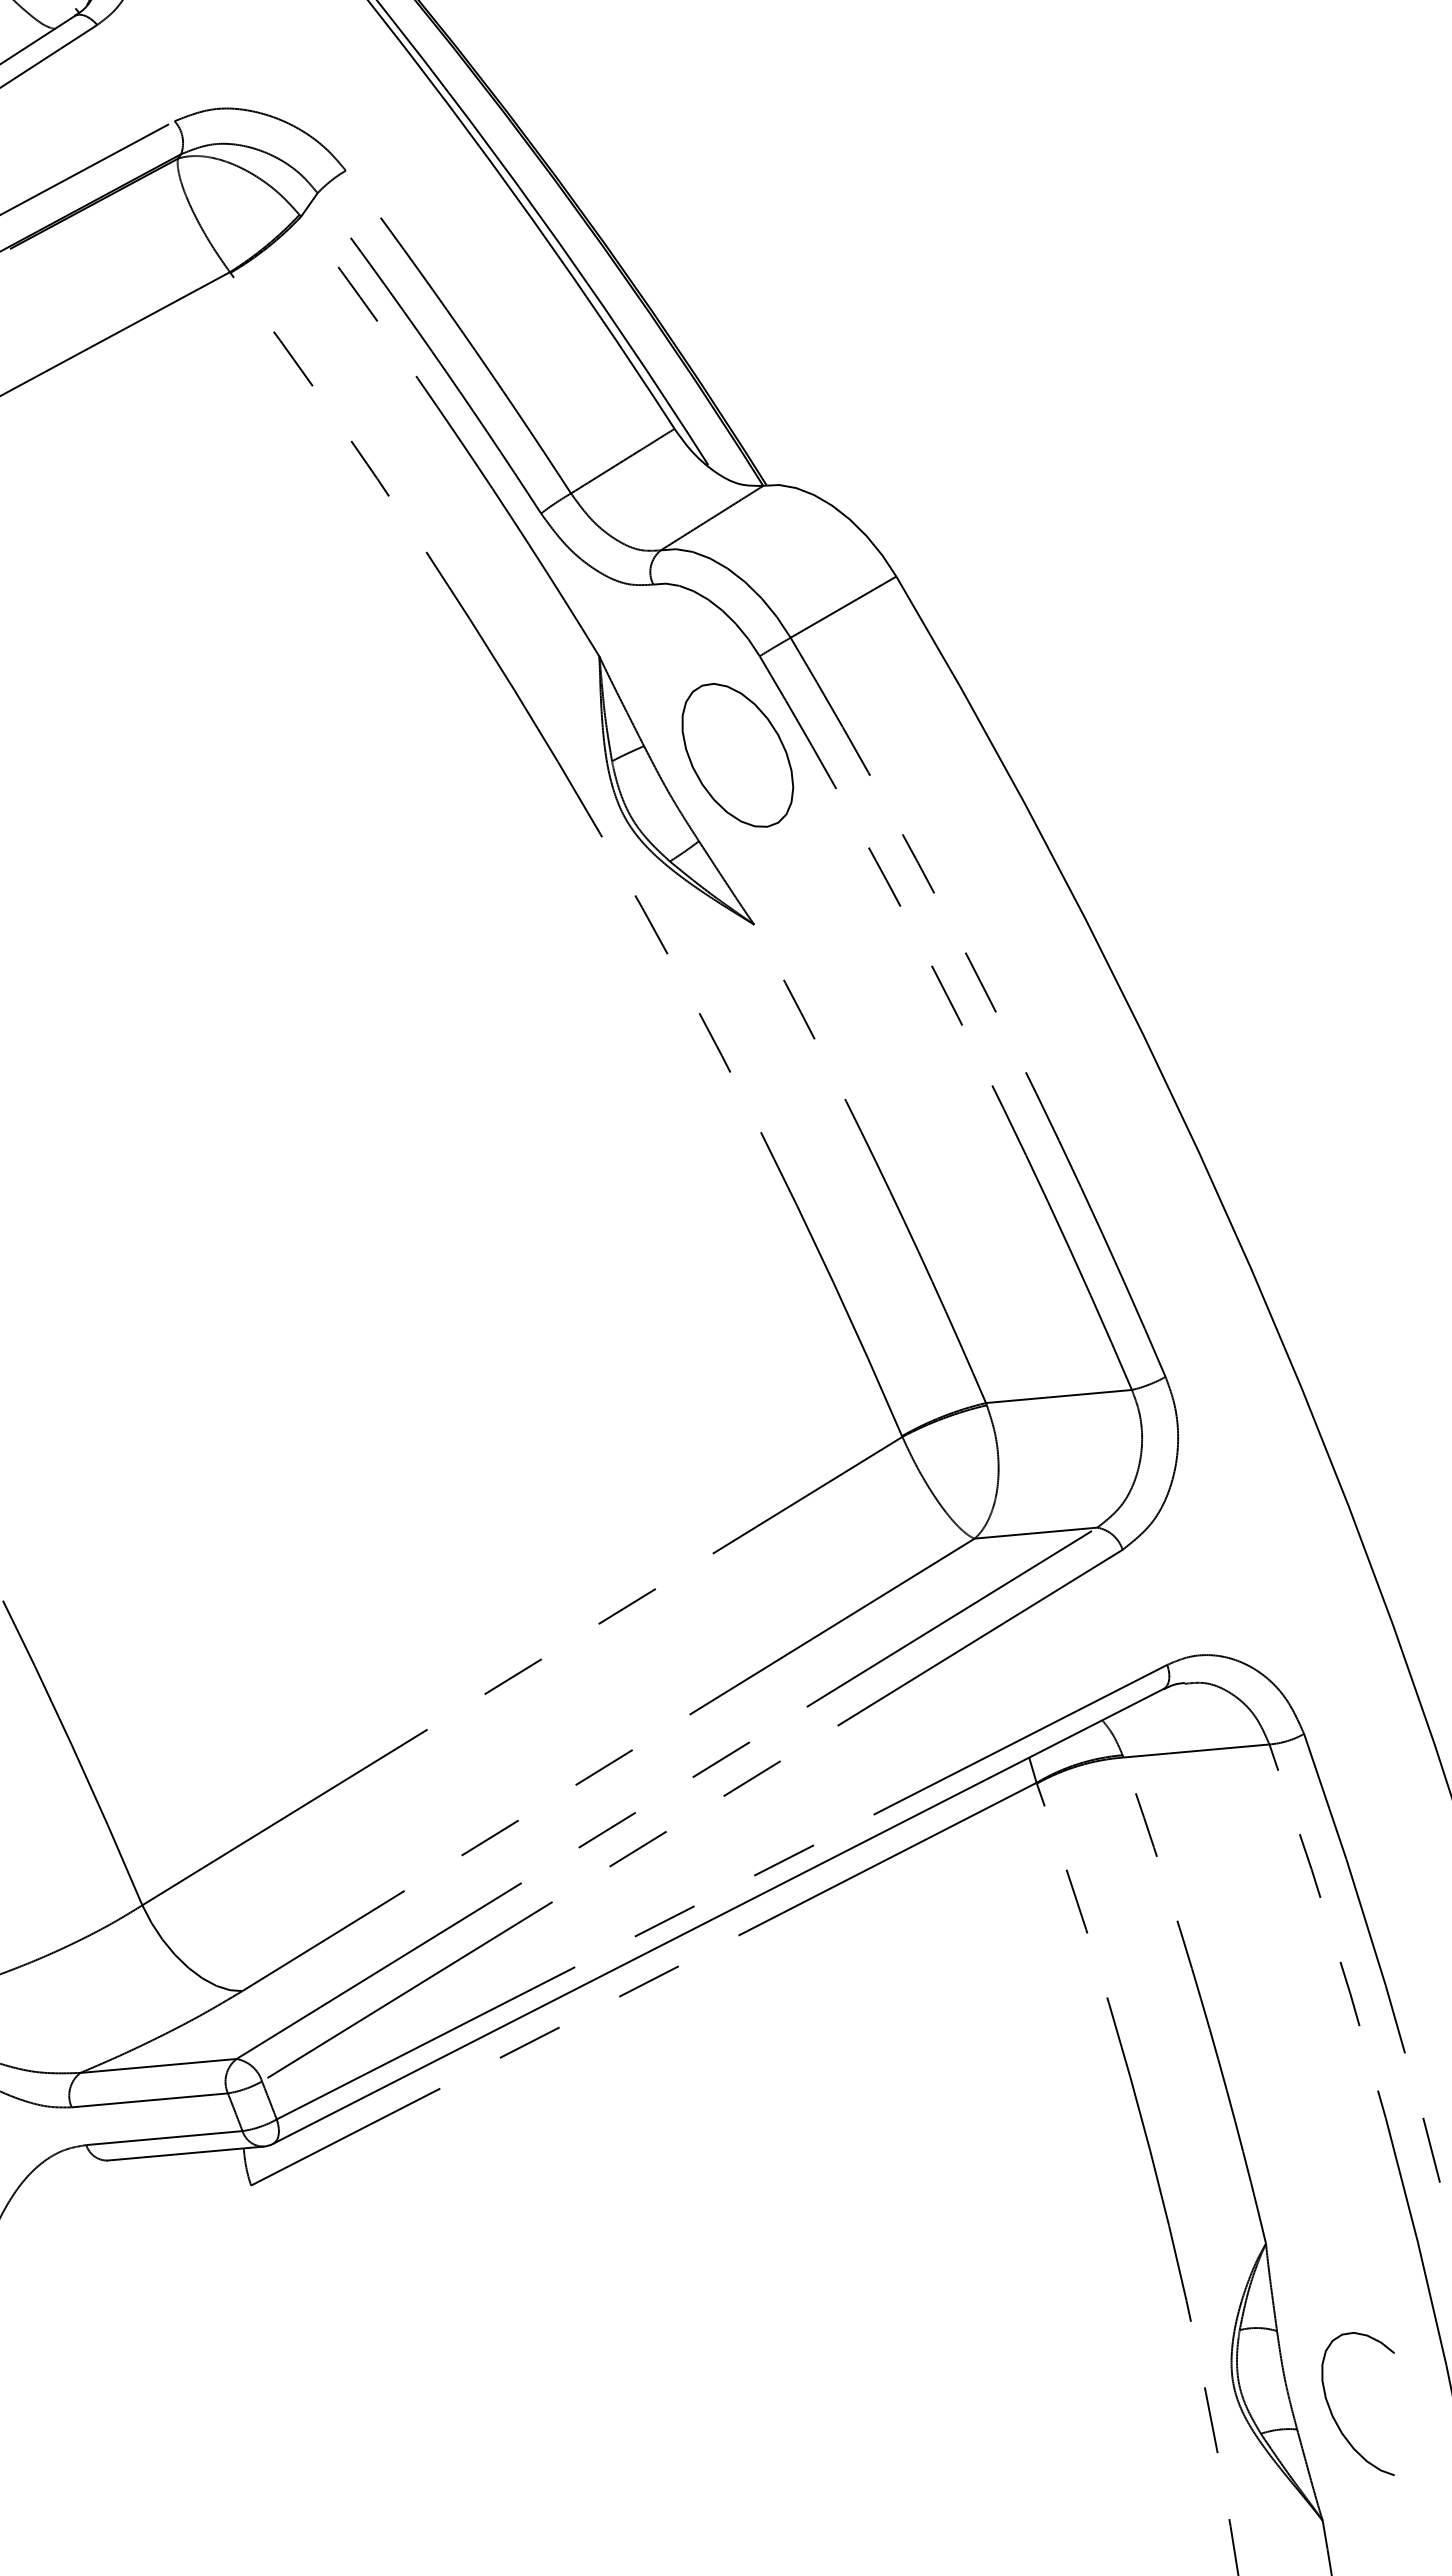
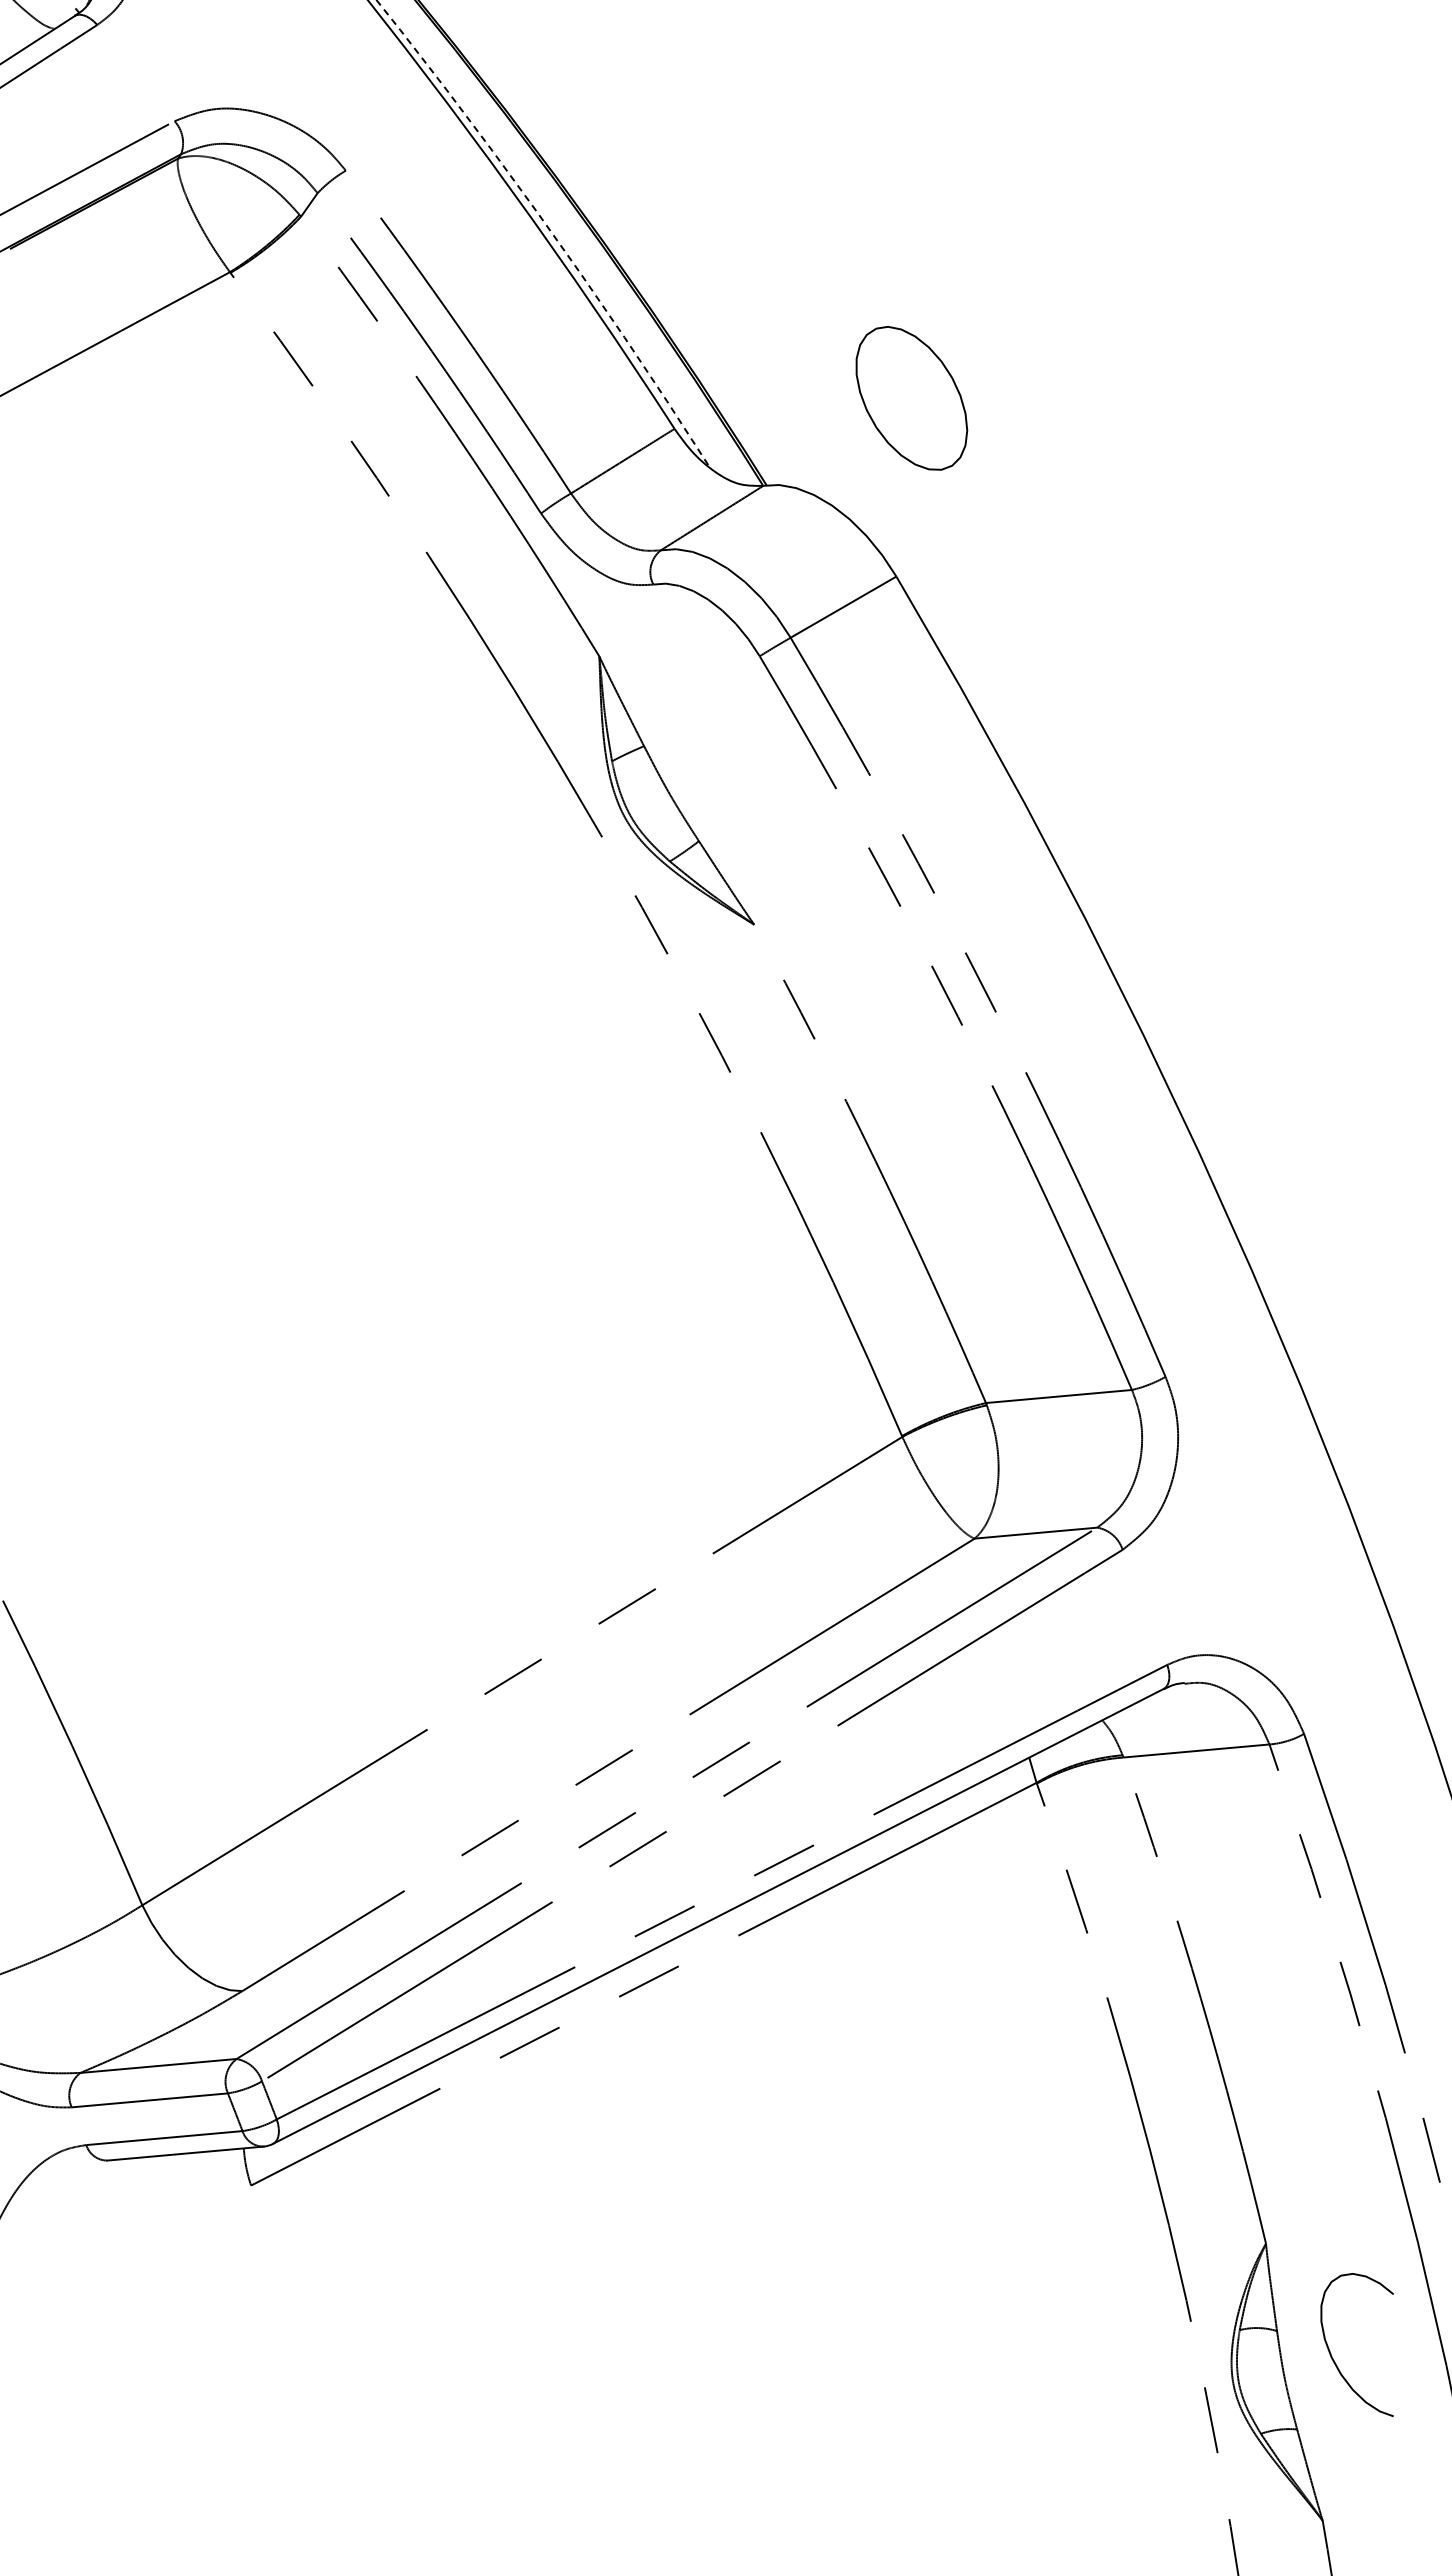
arc at (548, 227): solid -> dashed
part at (737, 755) position: (737, 755) -> (911, 398)
curve at (1332, 2412) position: (1332, 2412) -> (1331, 2353)
